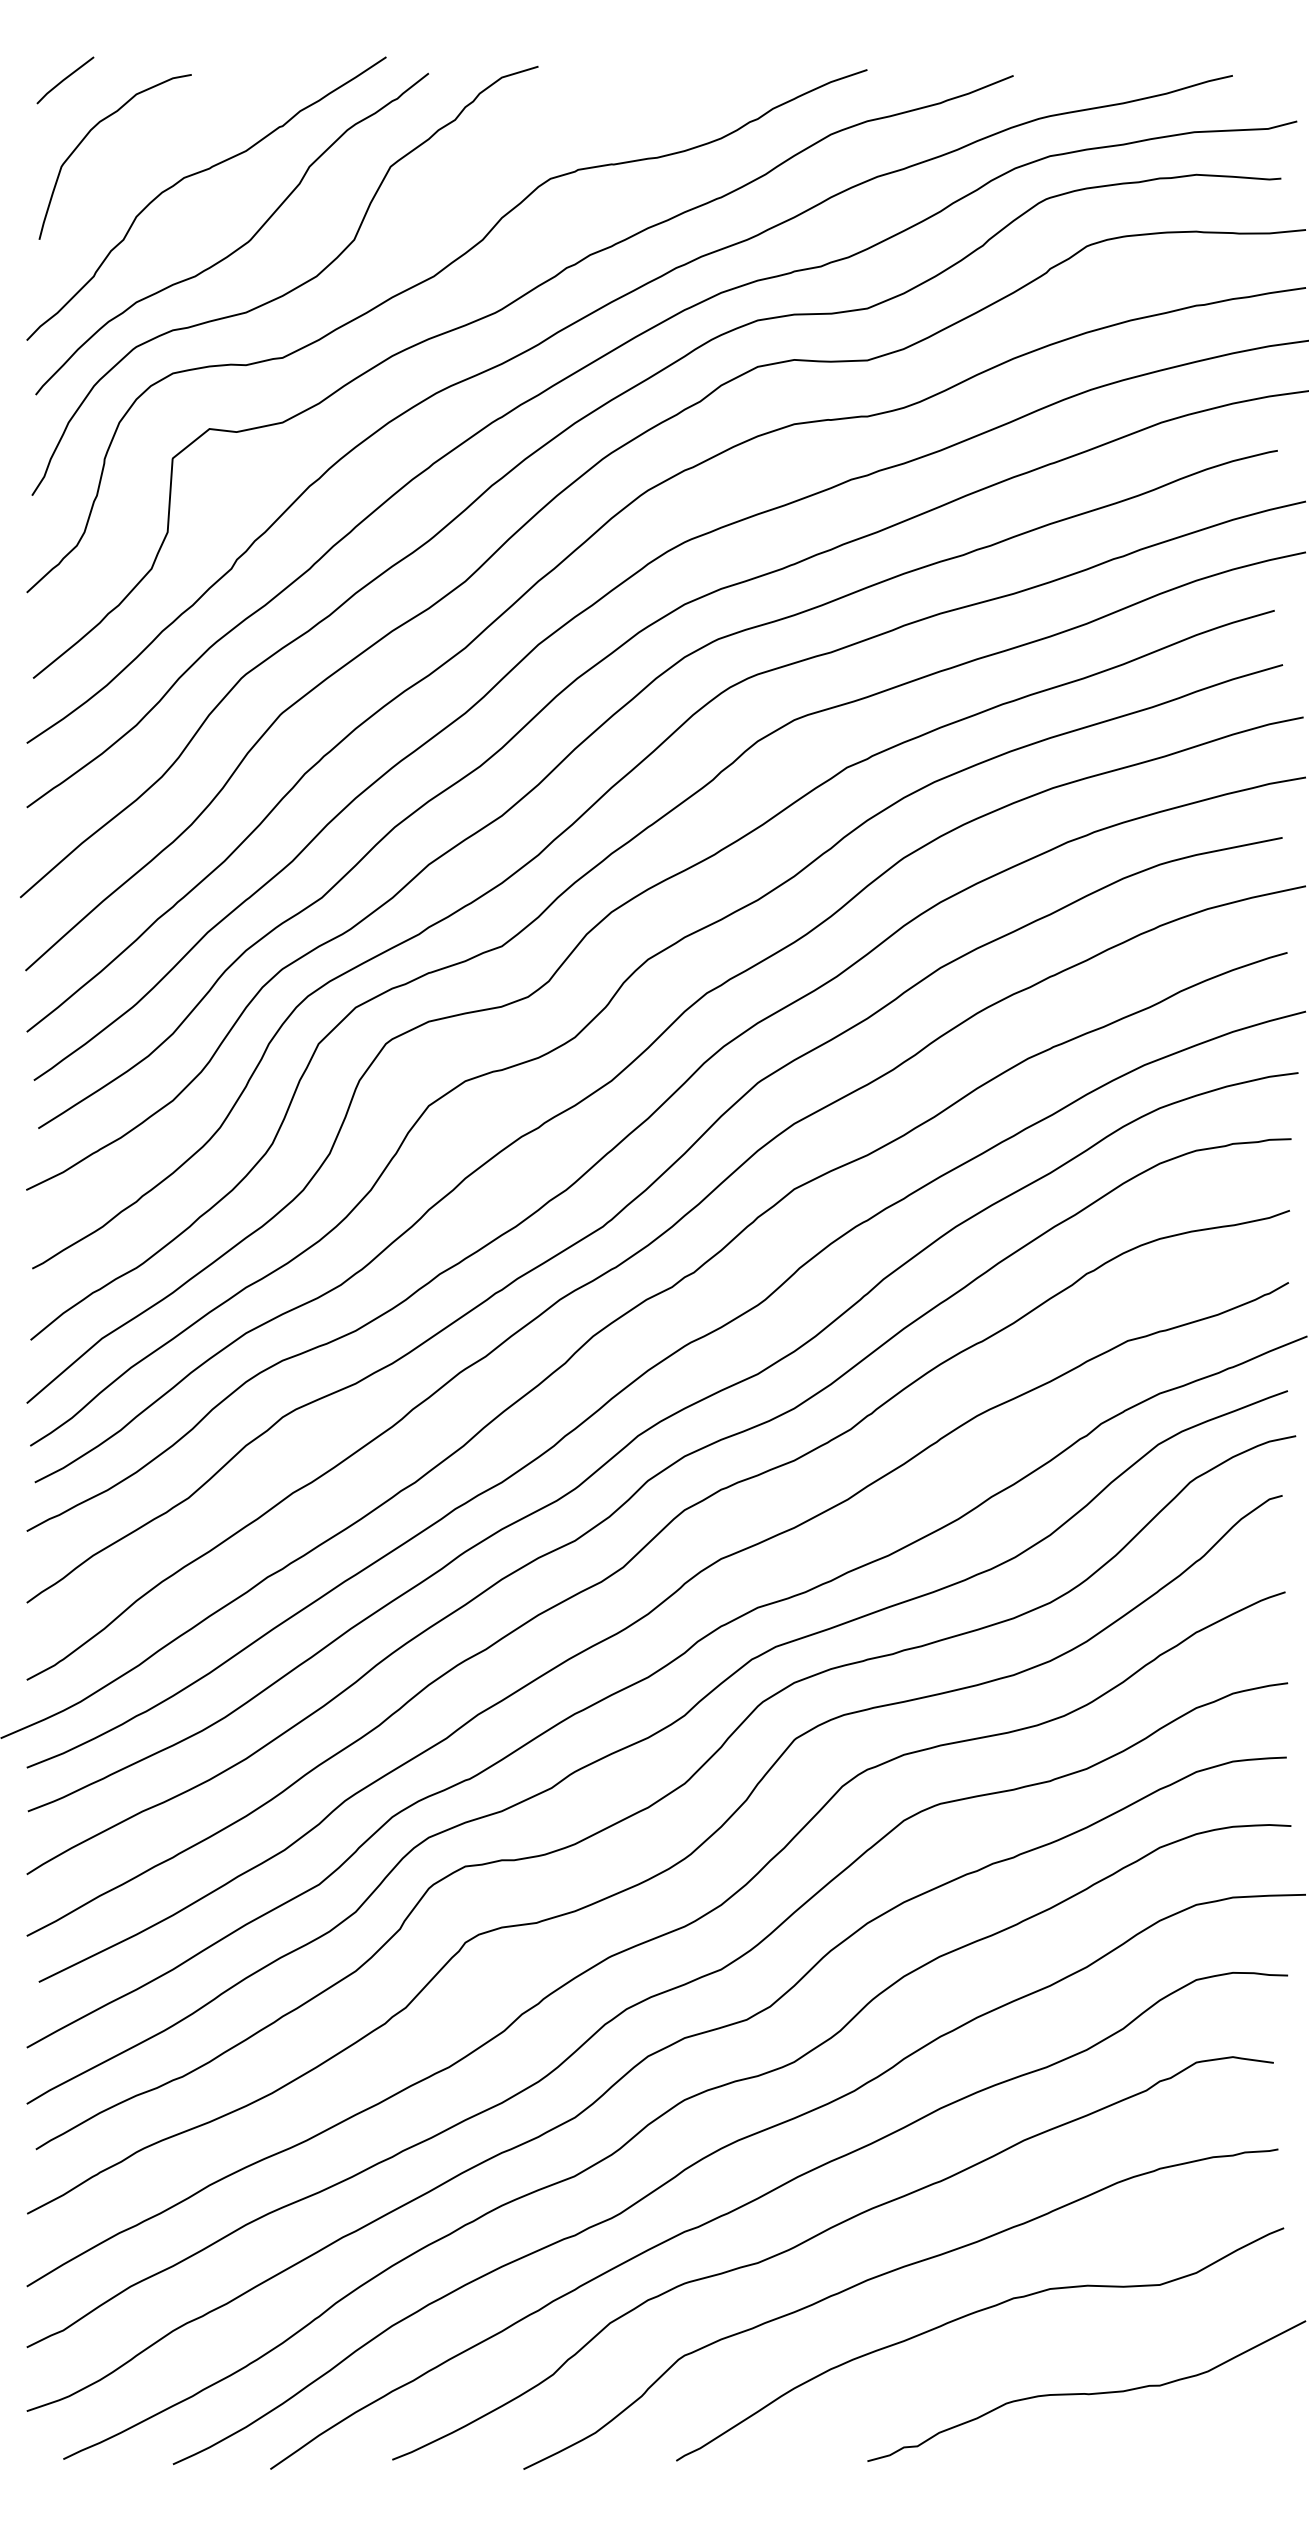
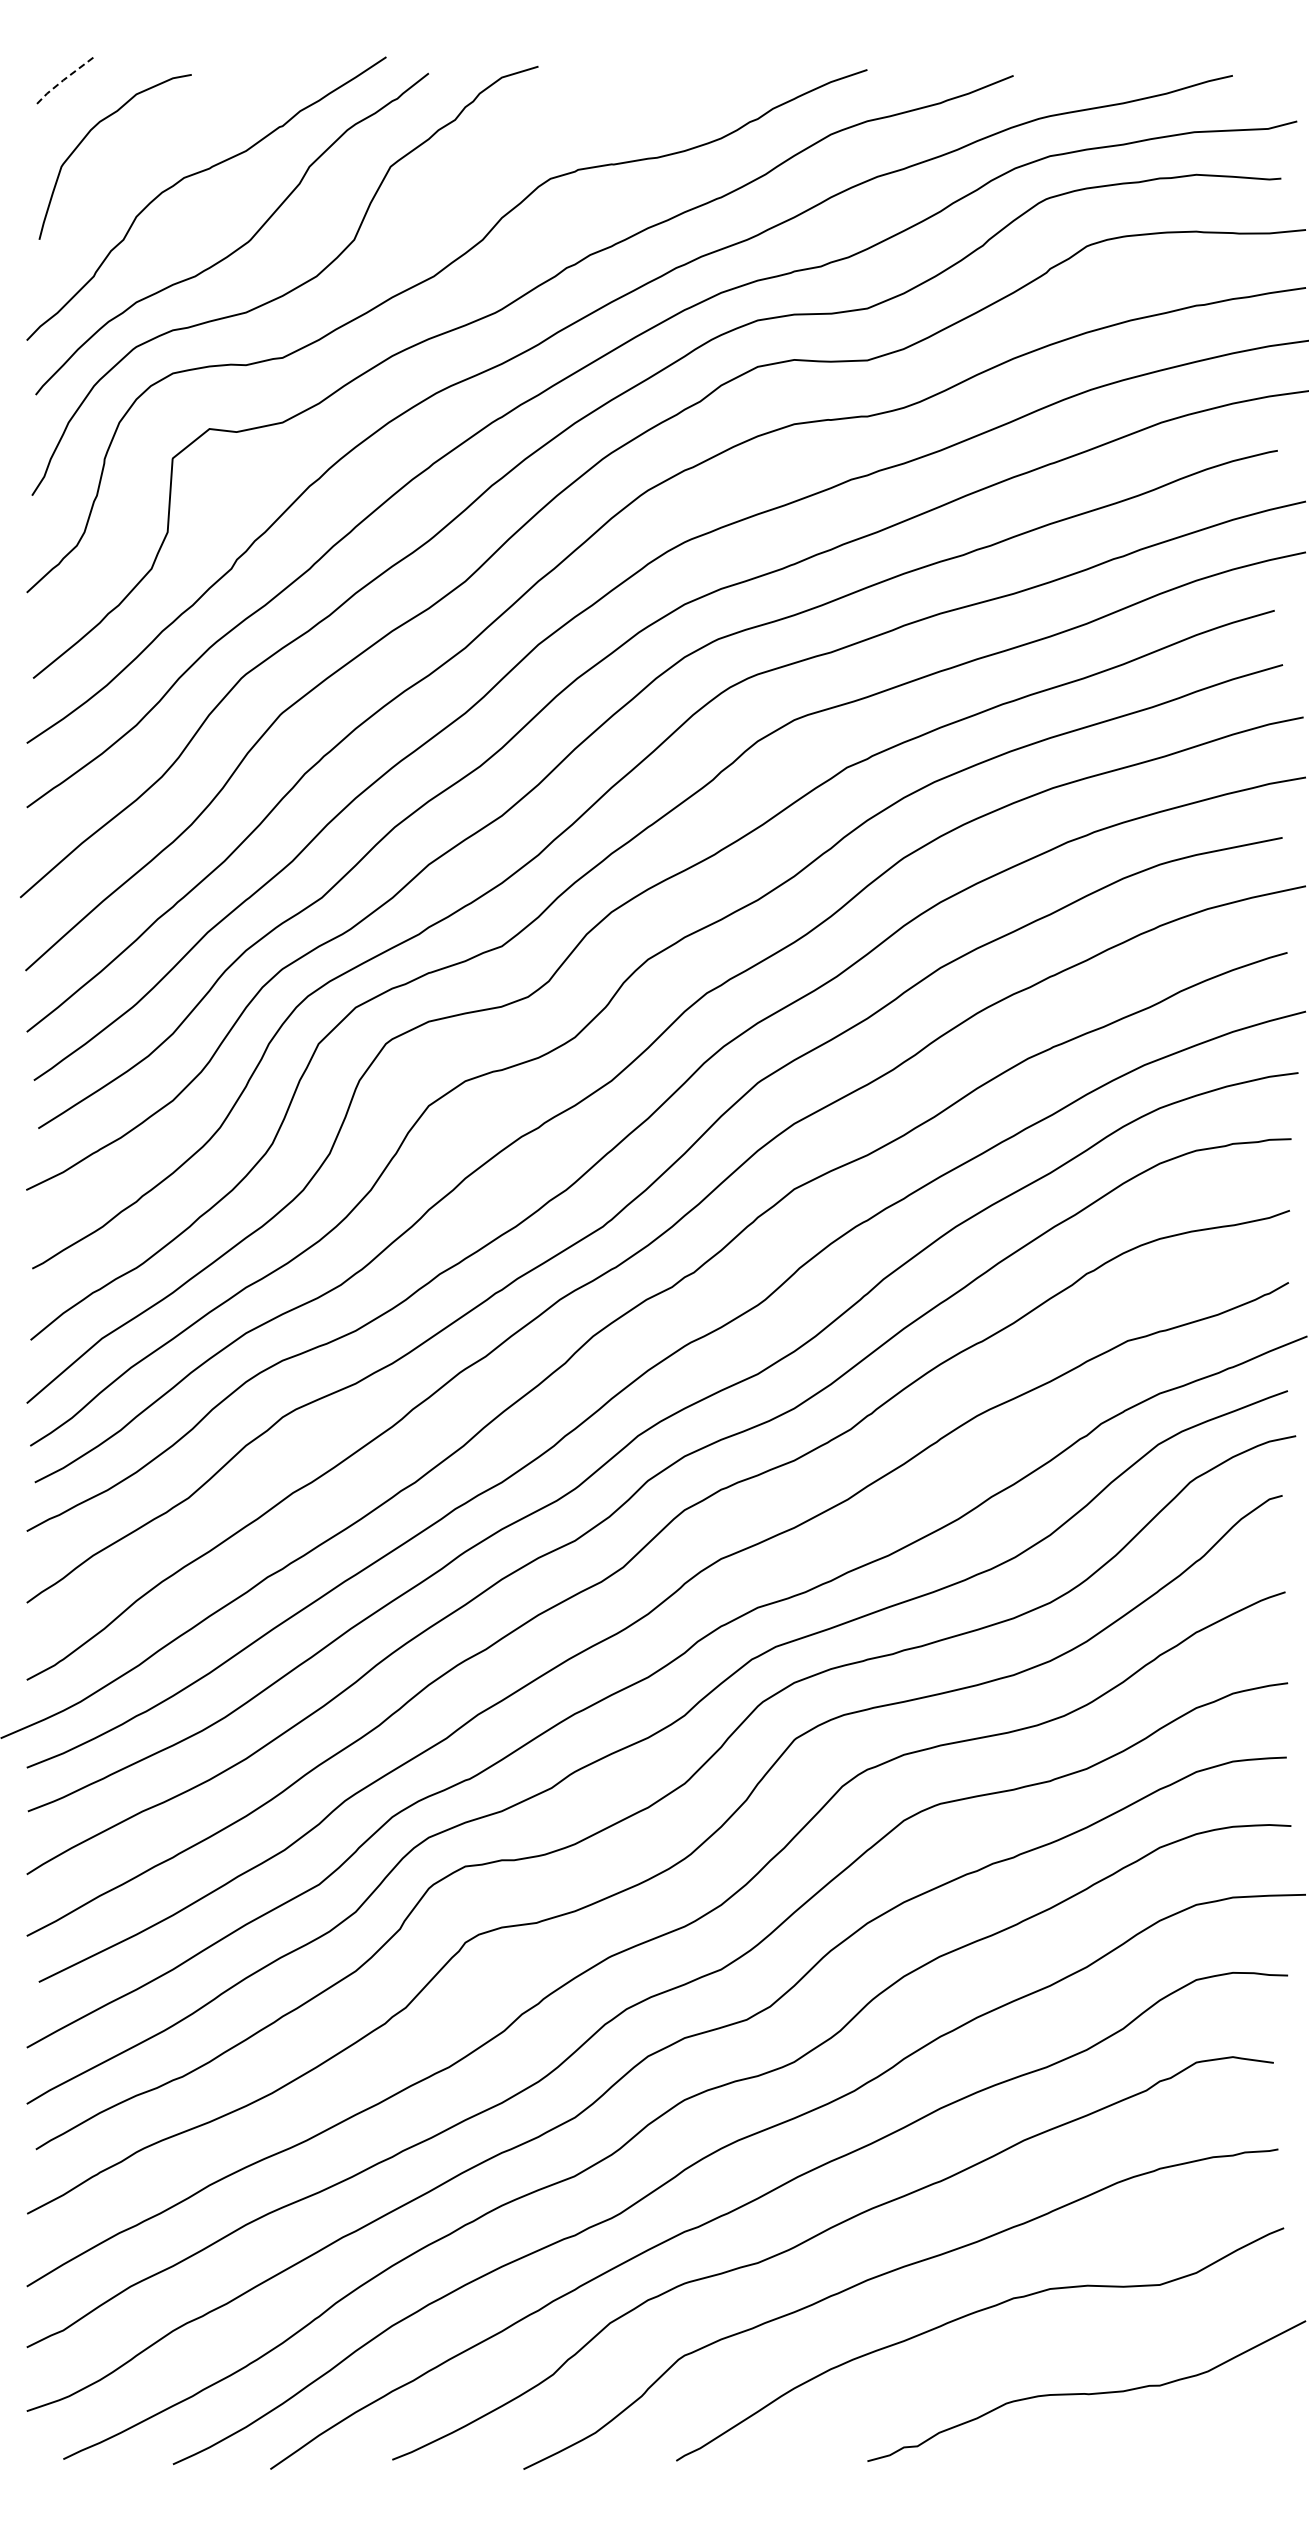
line at (63, 80): solid -> dashed
